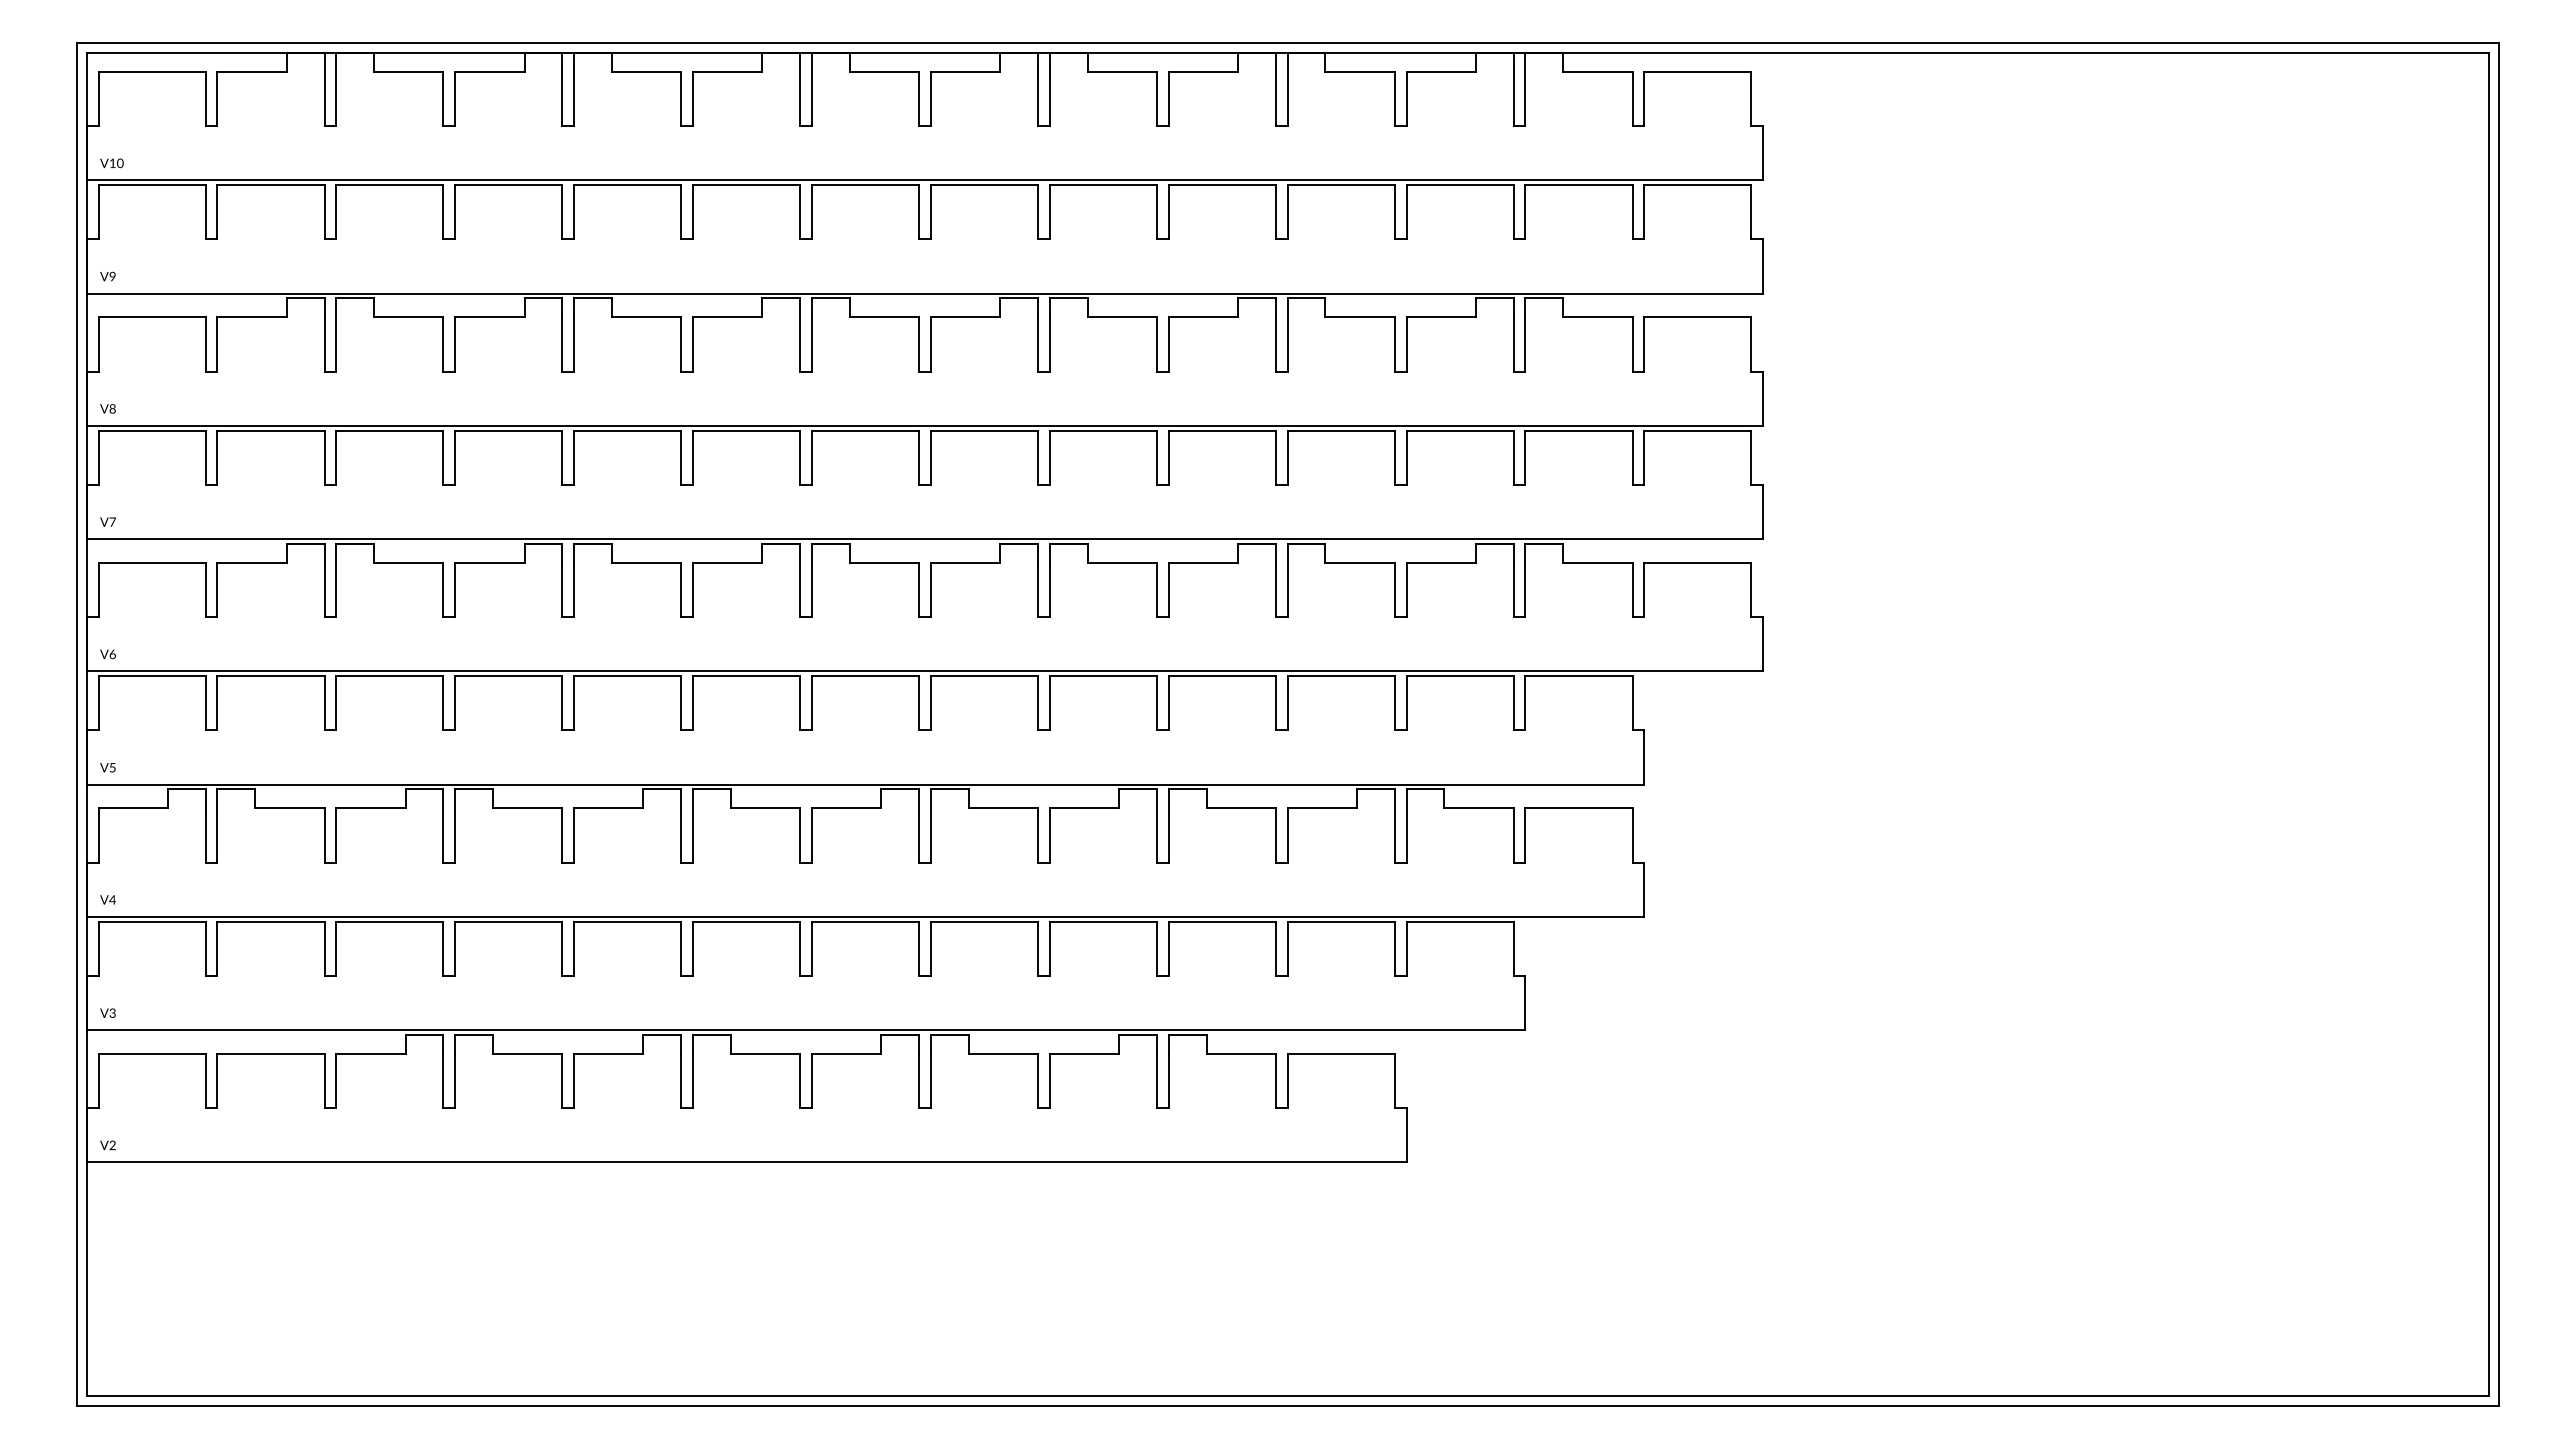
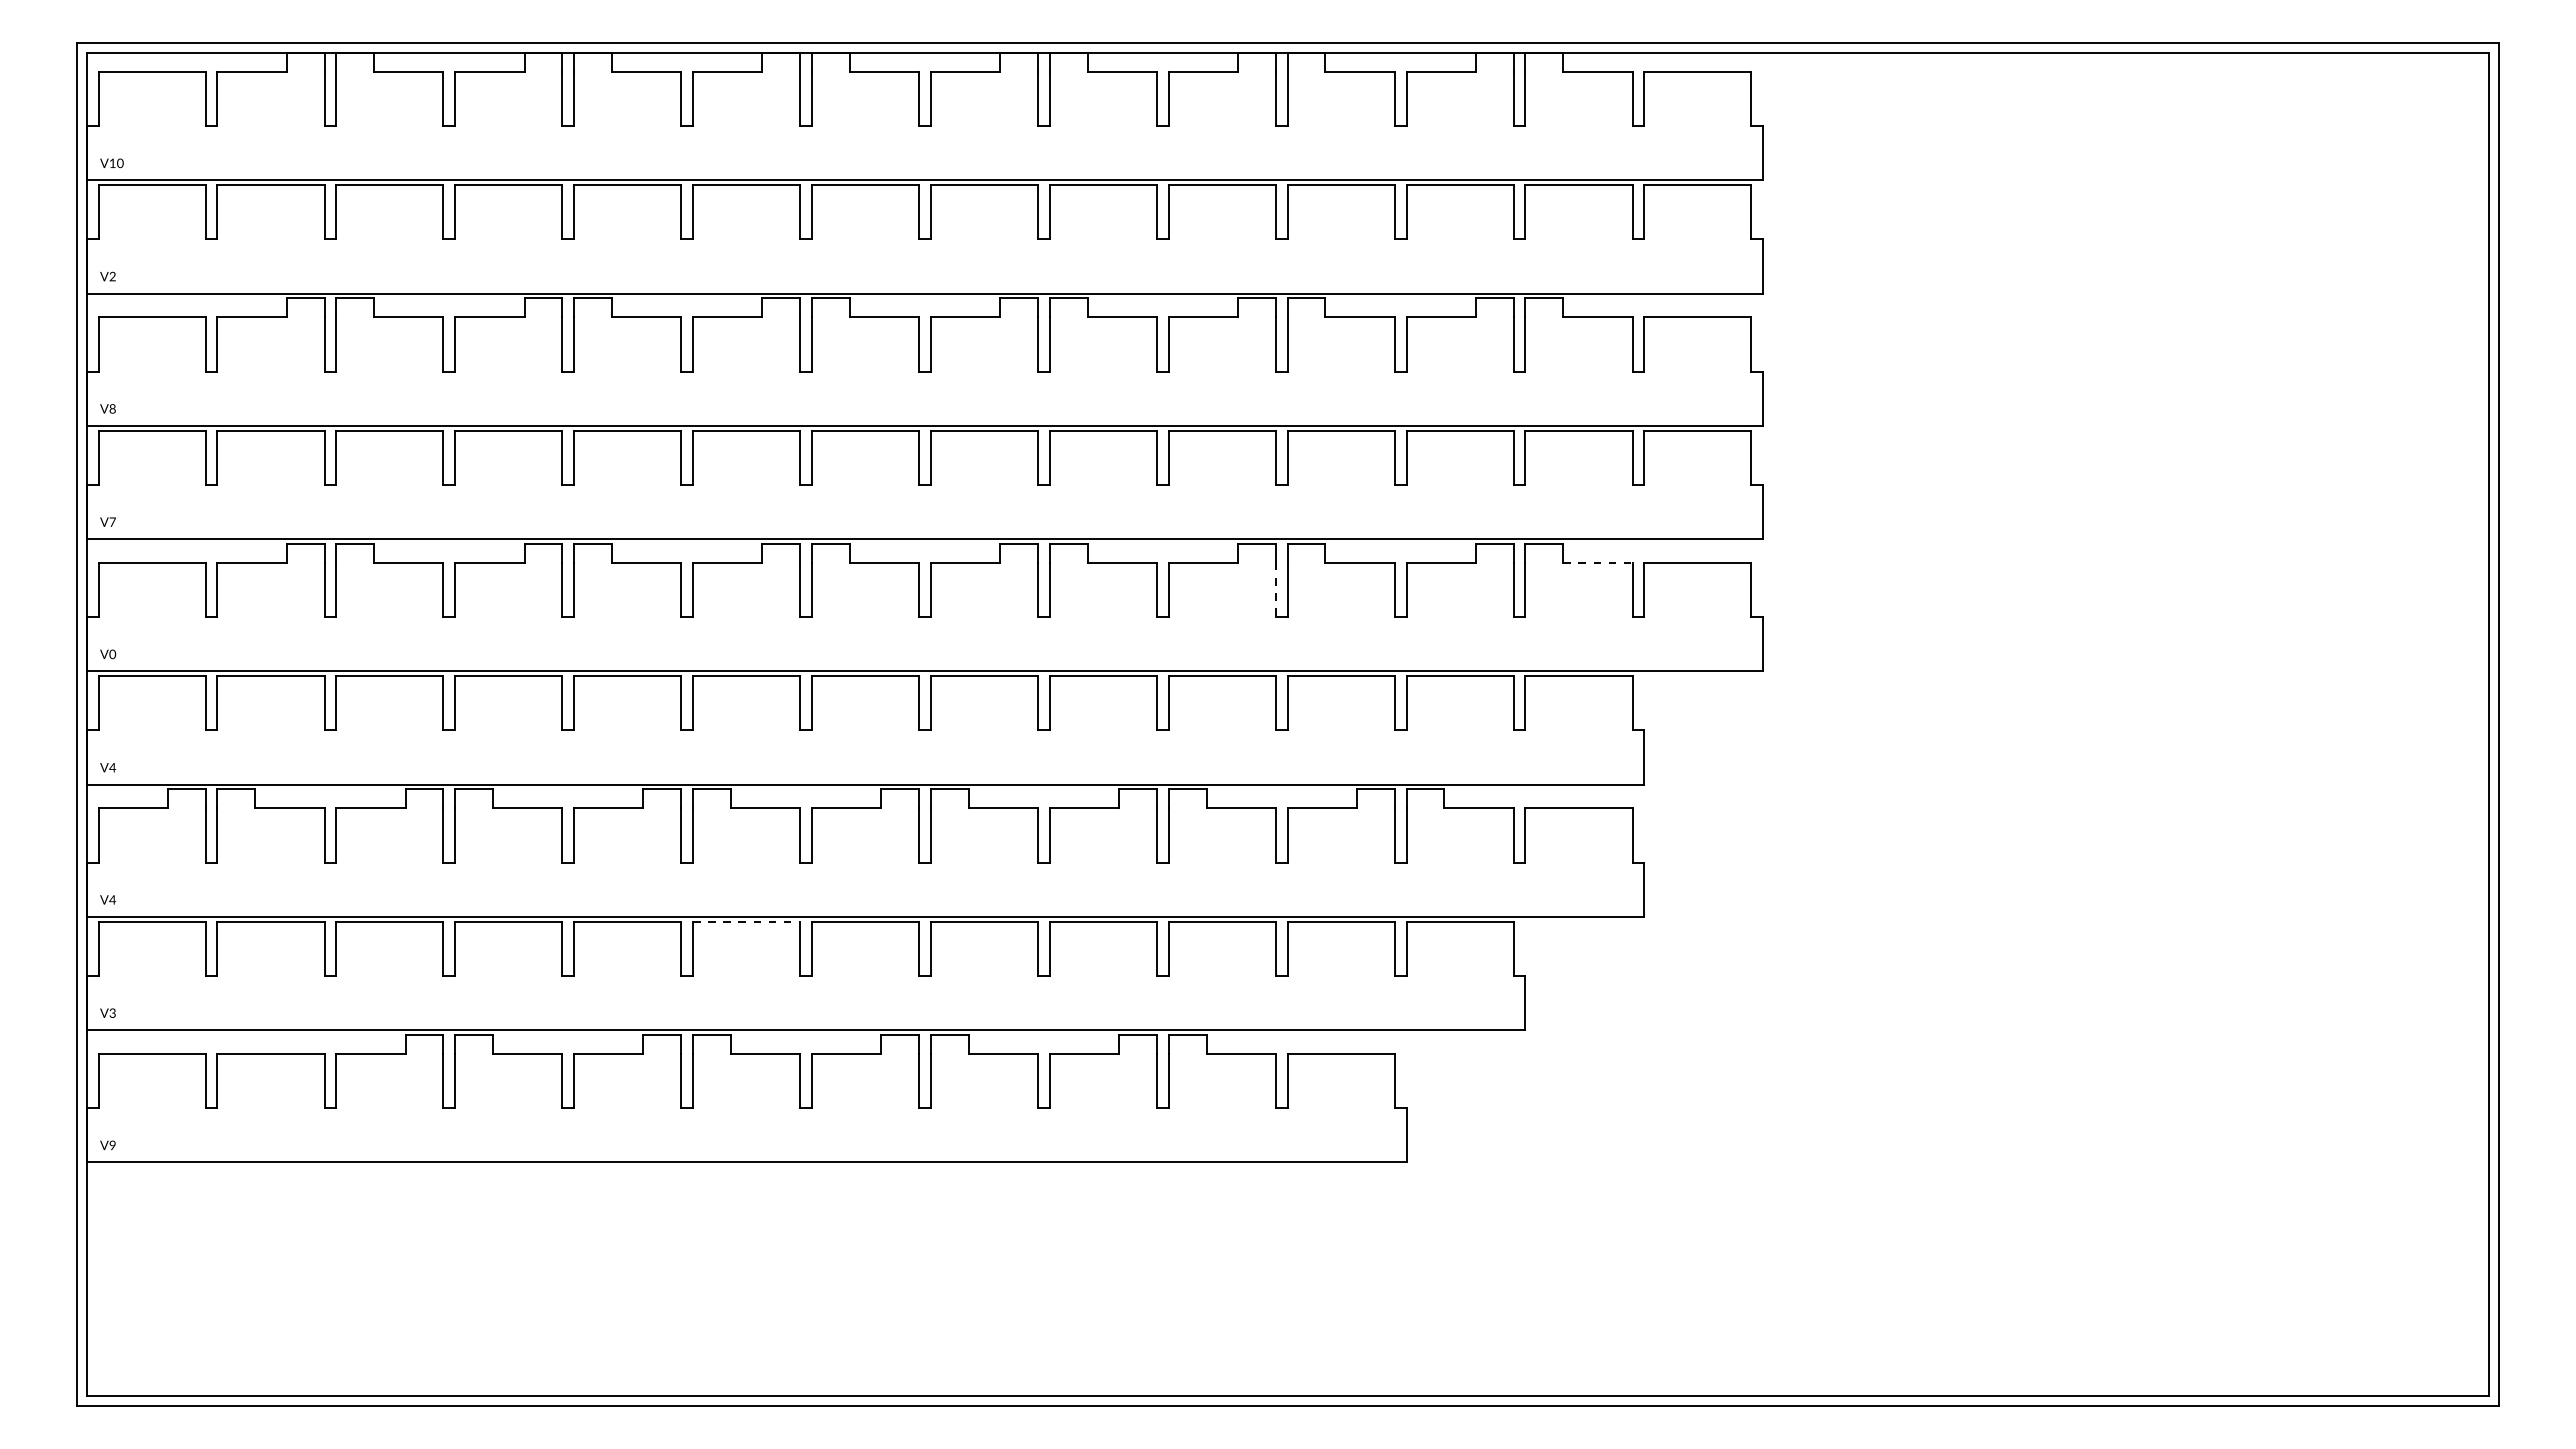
text at (112, 277): V9 -> V2
line at (1597, 562): solid -> dashed
line at (1275, 590): solid -> dashed
text at (112, 653): V6 -> V0
text at (112, 767): V5 -> V4
line at (746, 921): solid -> dashed
text at (112, 1146): V2 -> V9
